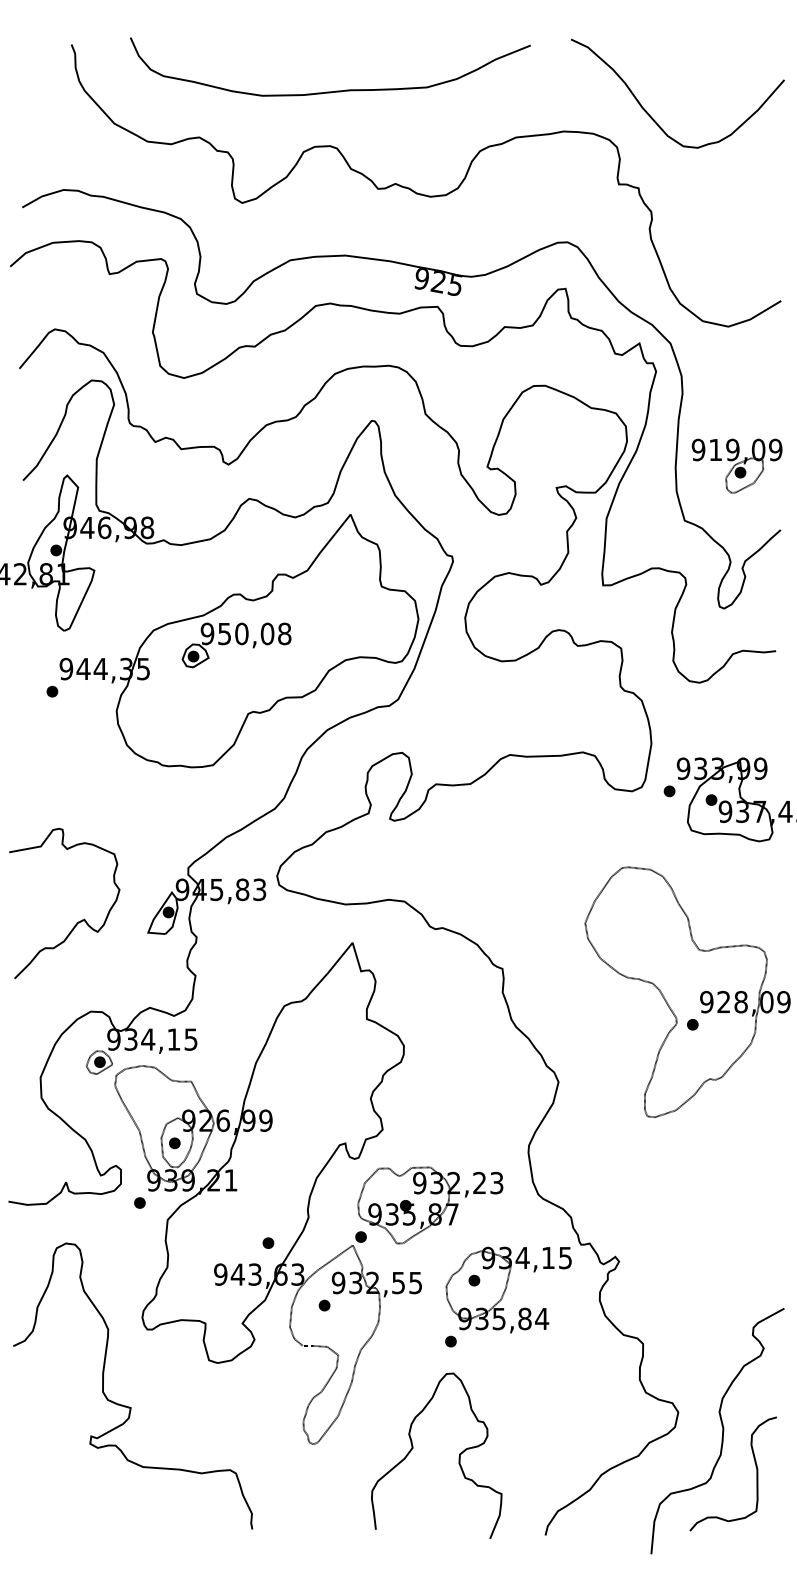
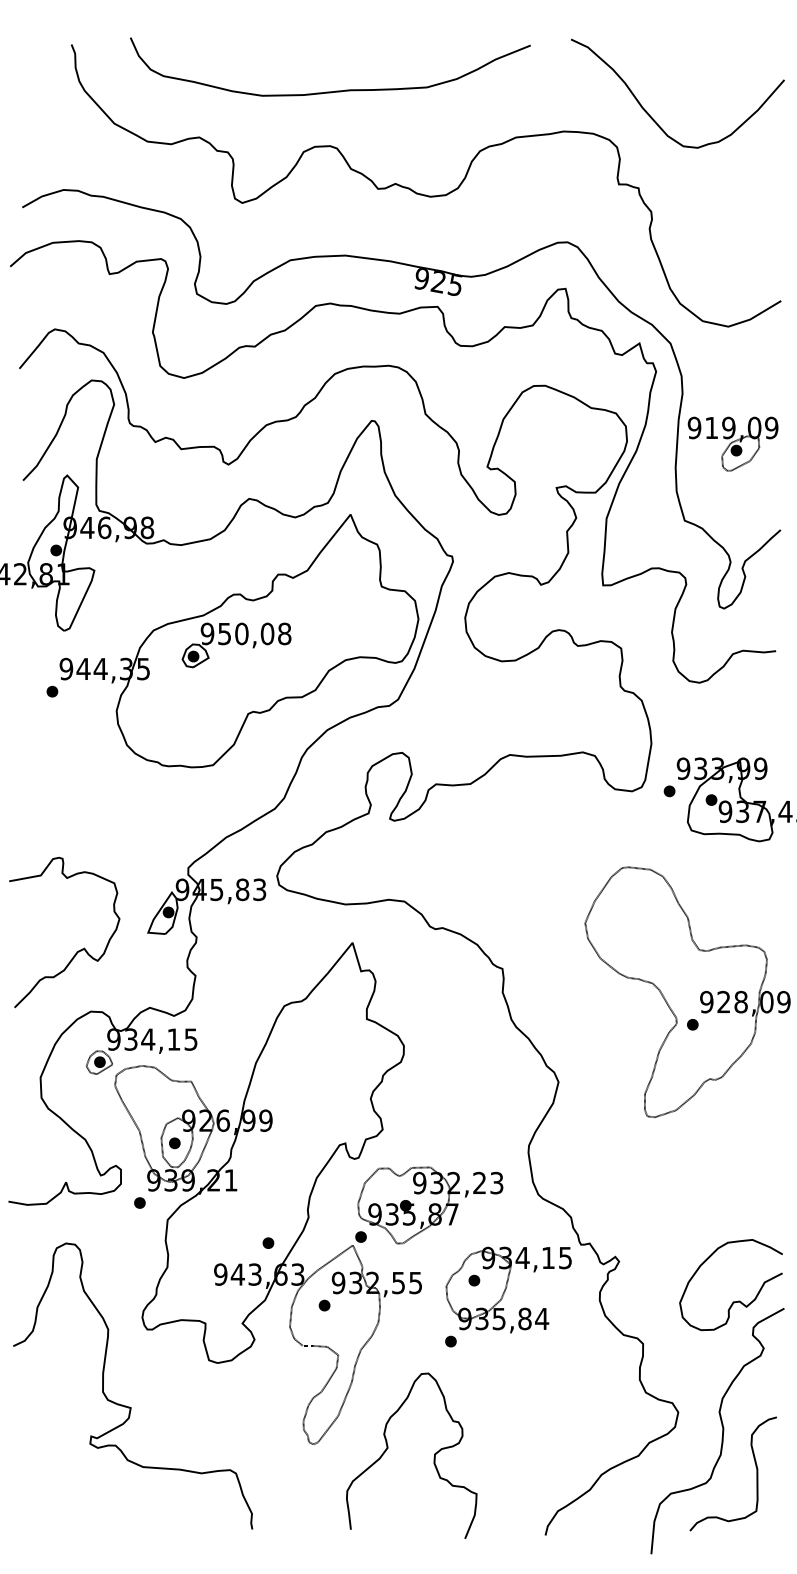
part at (736, 465) position: (736, 465) -> (732, 443)
curve at (76, 922) position: (76, 922) -> (76, 951)
curve at (733, 1301): none -> present
curve at (458, 1457) position: (458, 1457) -> (433, 1457)
